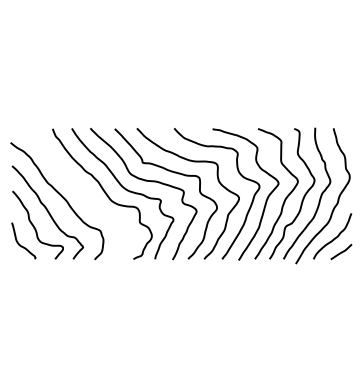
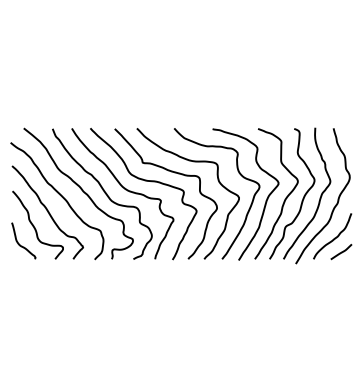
curve at (81, 190): none -> present
